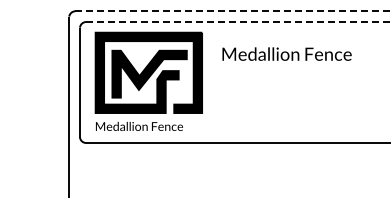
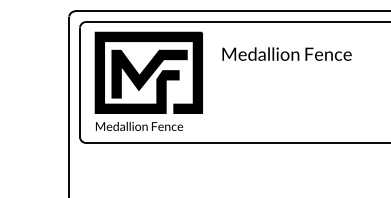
line at (233, 11): dashed -> solid
line at (239, 22): dashed -> solid
